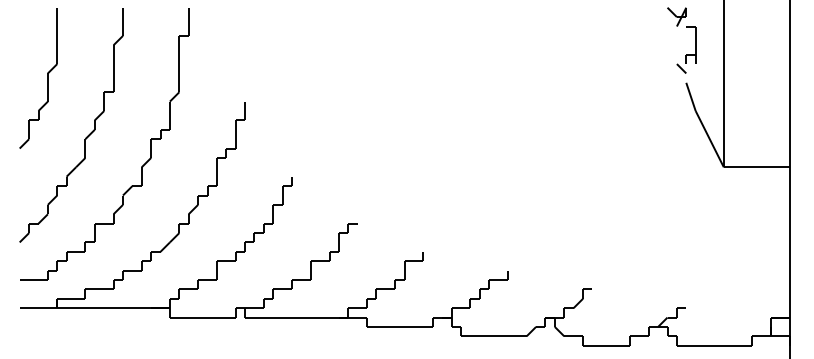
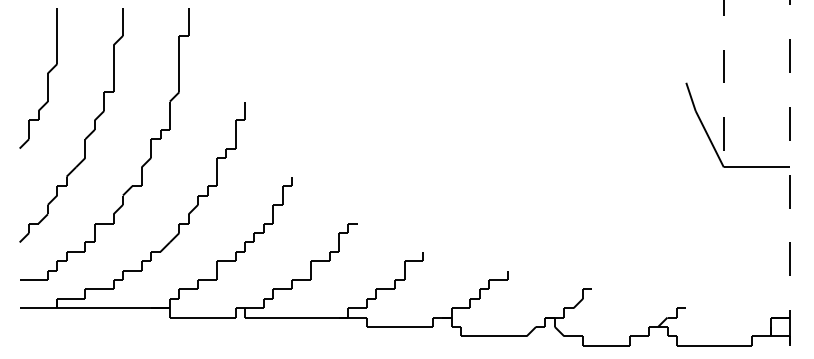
part at (686, 27): present -> none
line at (723, 84): solid -> dashed
line at (789, 180): solid -> dashed
